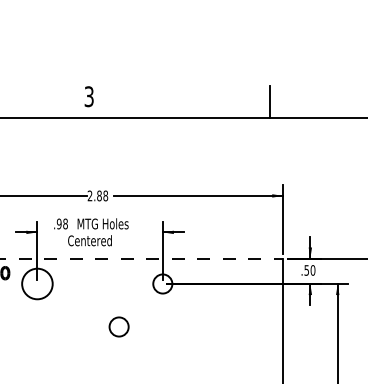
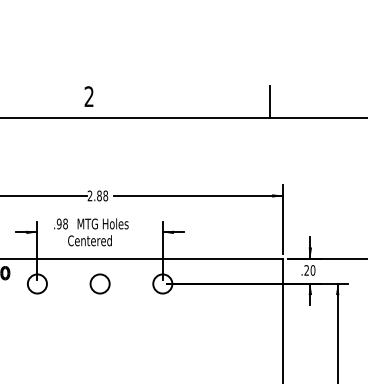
text at (88, 96): 3 -> 2
line at (142, 258): dashed -> solid
text at (306, 270): .50 -> .20
circle at (37, 283) diameter: 31 px -> 19 px
circle at (118, 326) position: (118, 326) -> (99, 283)
